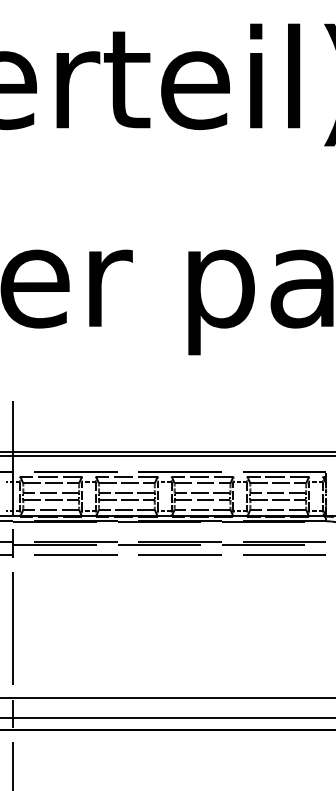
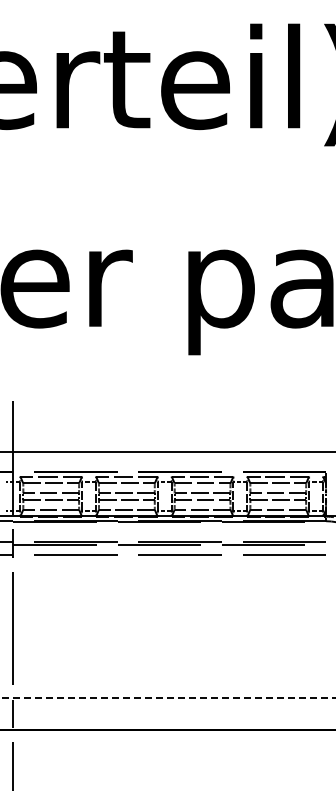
line at (167, 455): present -> none
line at (168, 698): solid -> dashed
line at (167, 718): present -> none
